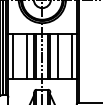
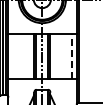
line at (12, 56): present -> none
line at (27, 56): present -> none
line at (57, 56): present -> none
line at (72, 56): solid -> dashed
